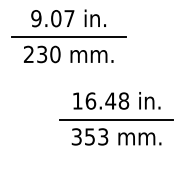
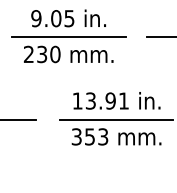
text at (69, 18): 9.07 -> 9.05
line at (159, 37): none -> present
text at (107, 100): 16.48 -> 13.91
line at (19, 119): none -> present
